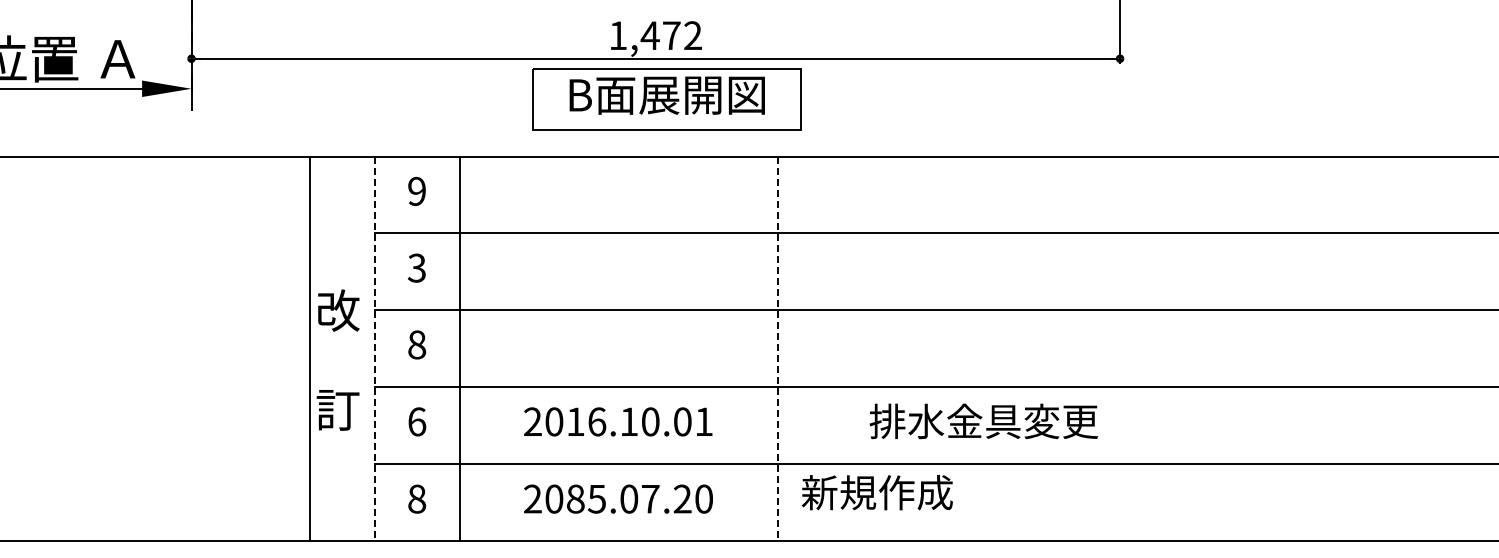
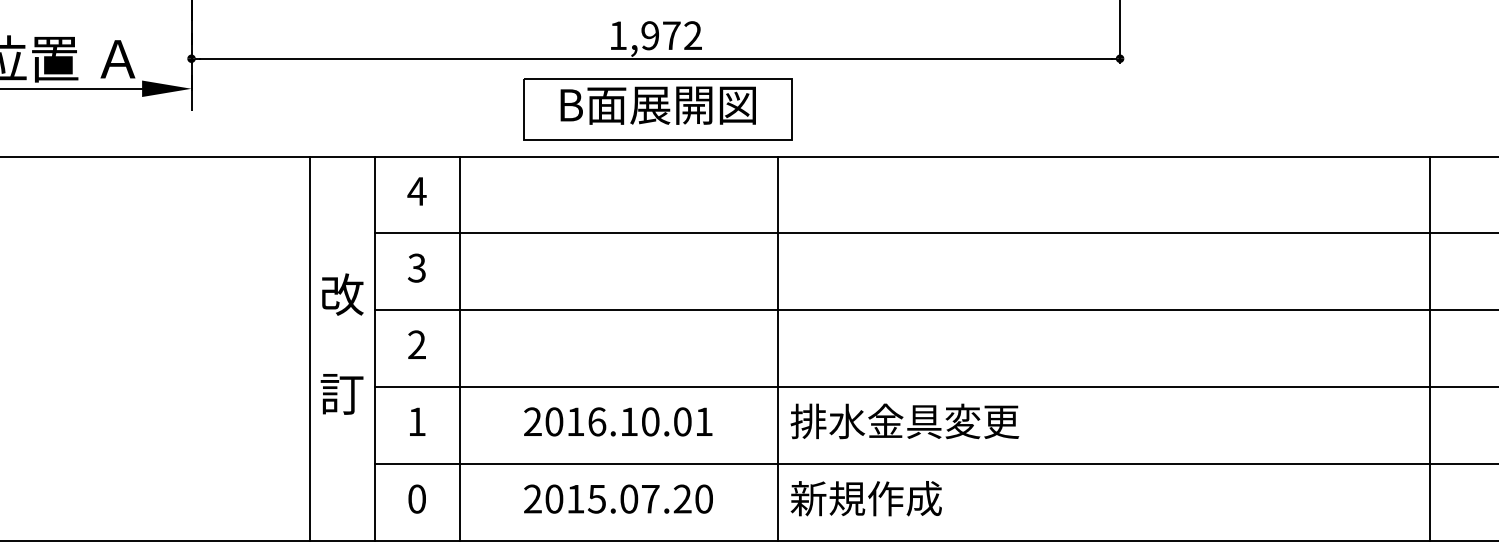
text at (649, 35): 1,472 -> 1,972
part at (666, 99) position: (666, 99) -> (657, 109)
text at (416, 190): 9 -> 4
text at (417, 344): 8 -> 2
line at (1430, 348): none -> present
line at (374, 349): dashed -> solid
line at (777, 349): dashed -> solid
text at (337, 359) position: (337, 359) -> (341, 343)
text at (417, 421): 6 -> 1
text at (983, 421) position: (983, 421) -> (904, 421)
text at (876, 492) position: (876, 492) -> (865, 498)
text at (575, 498): 2085.07.20 -> 2015.07.20
text at (417, 499): 8 -> 0
